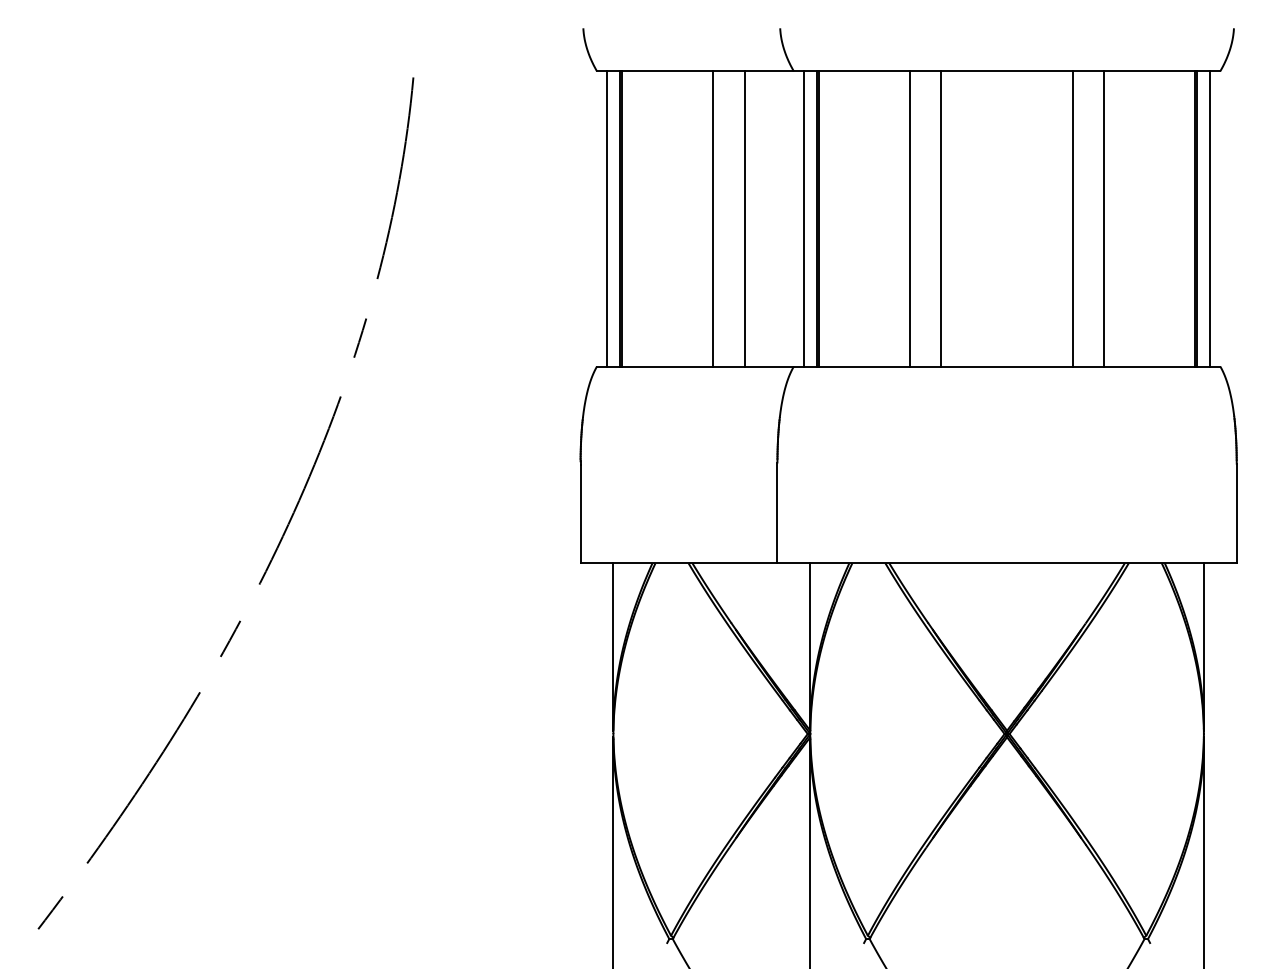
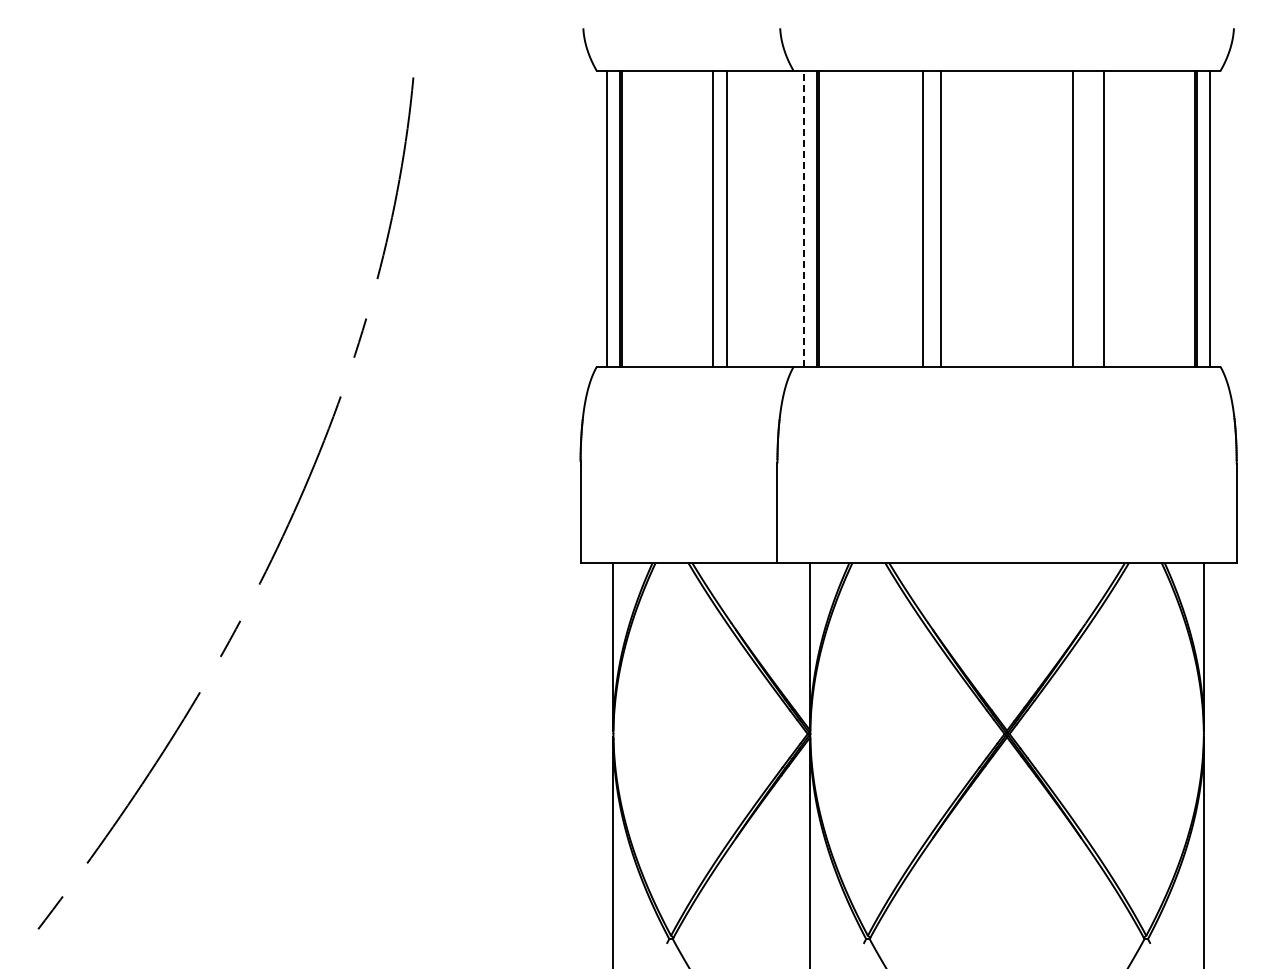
line at (744, 218) position: (744, 218) -> (726, 218)
line at (804, 218): solid -> dashed
line at (910, 218) position: (910, 218) -> (923, 218)
